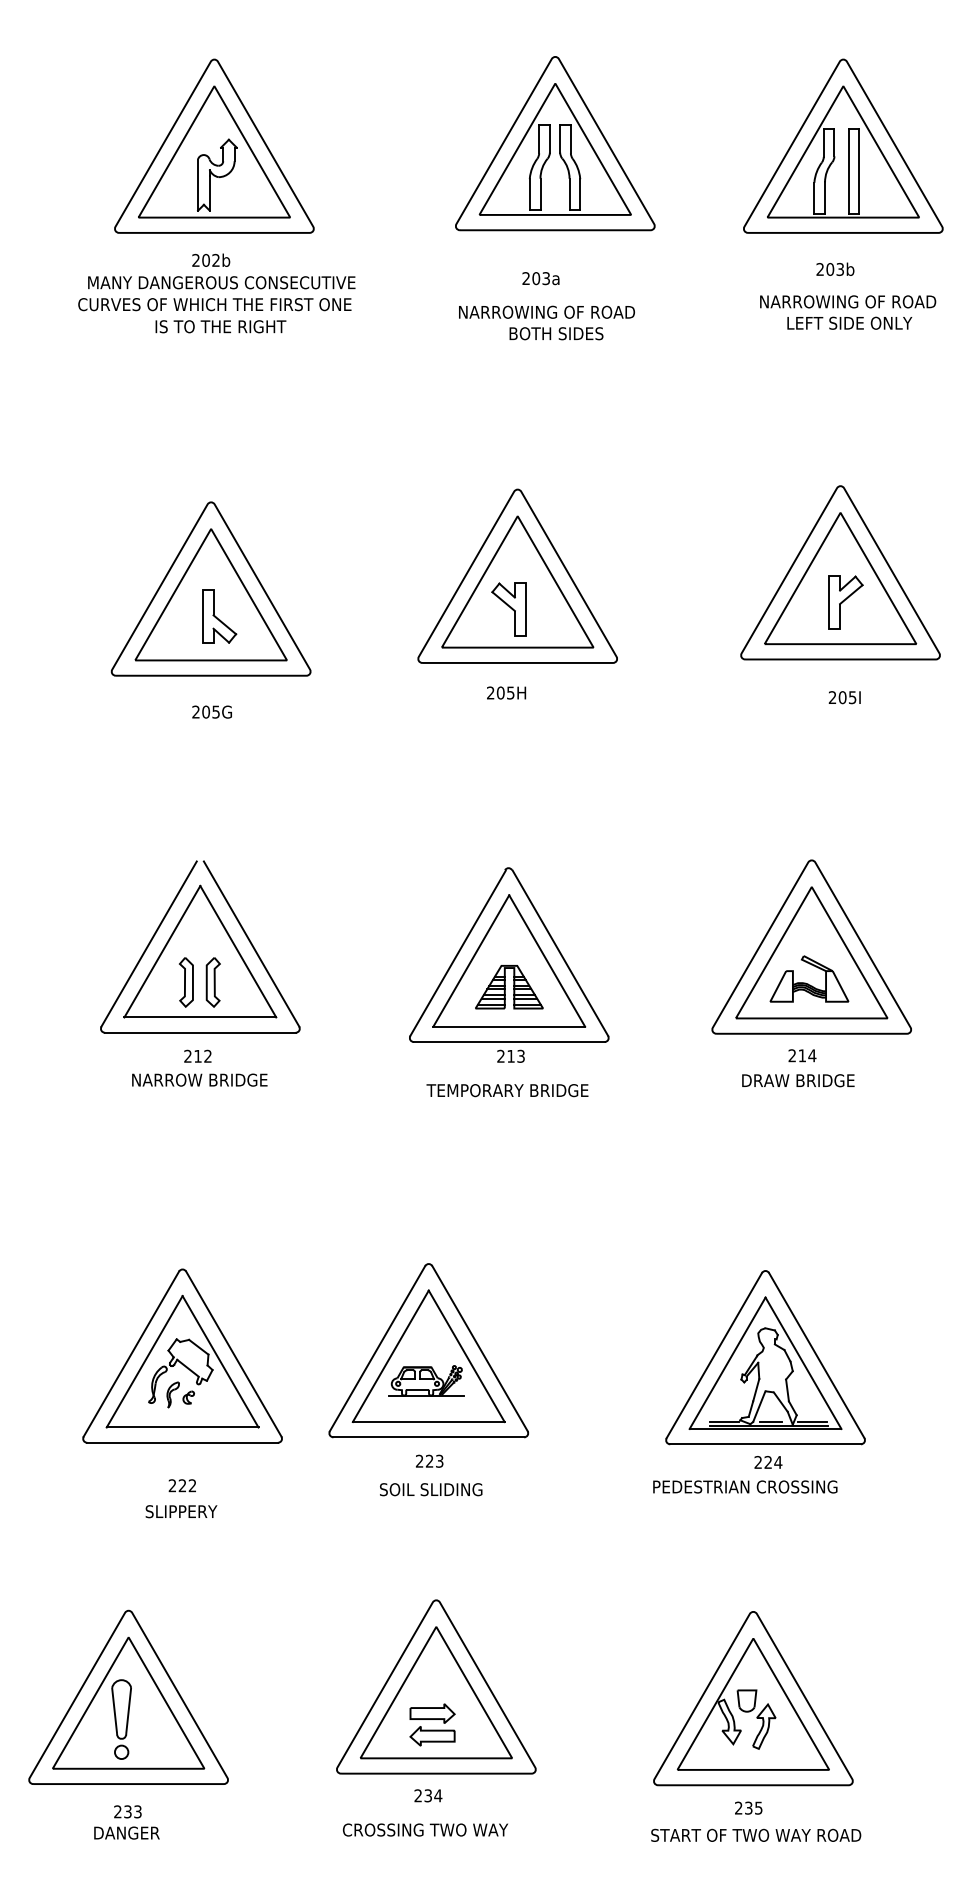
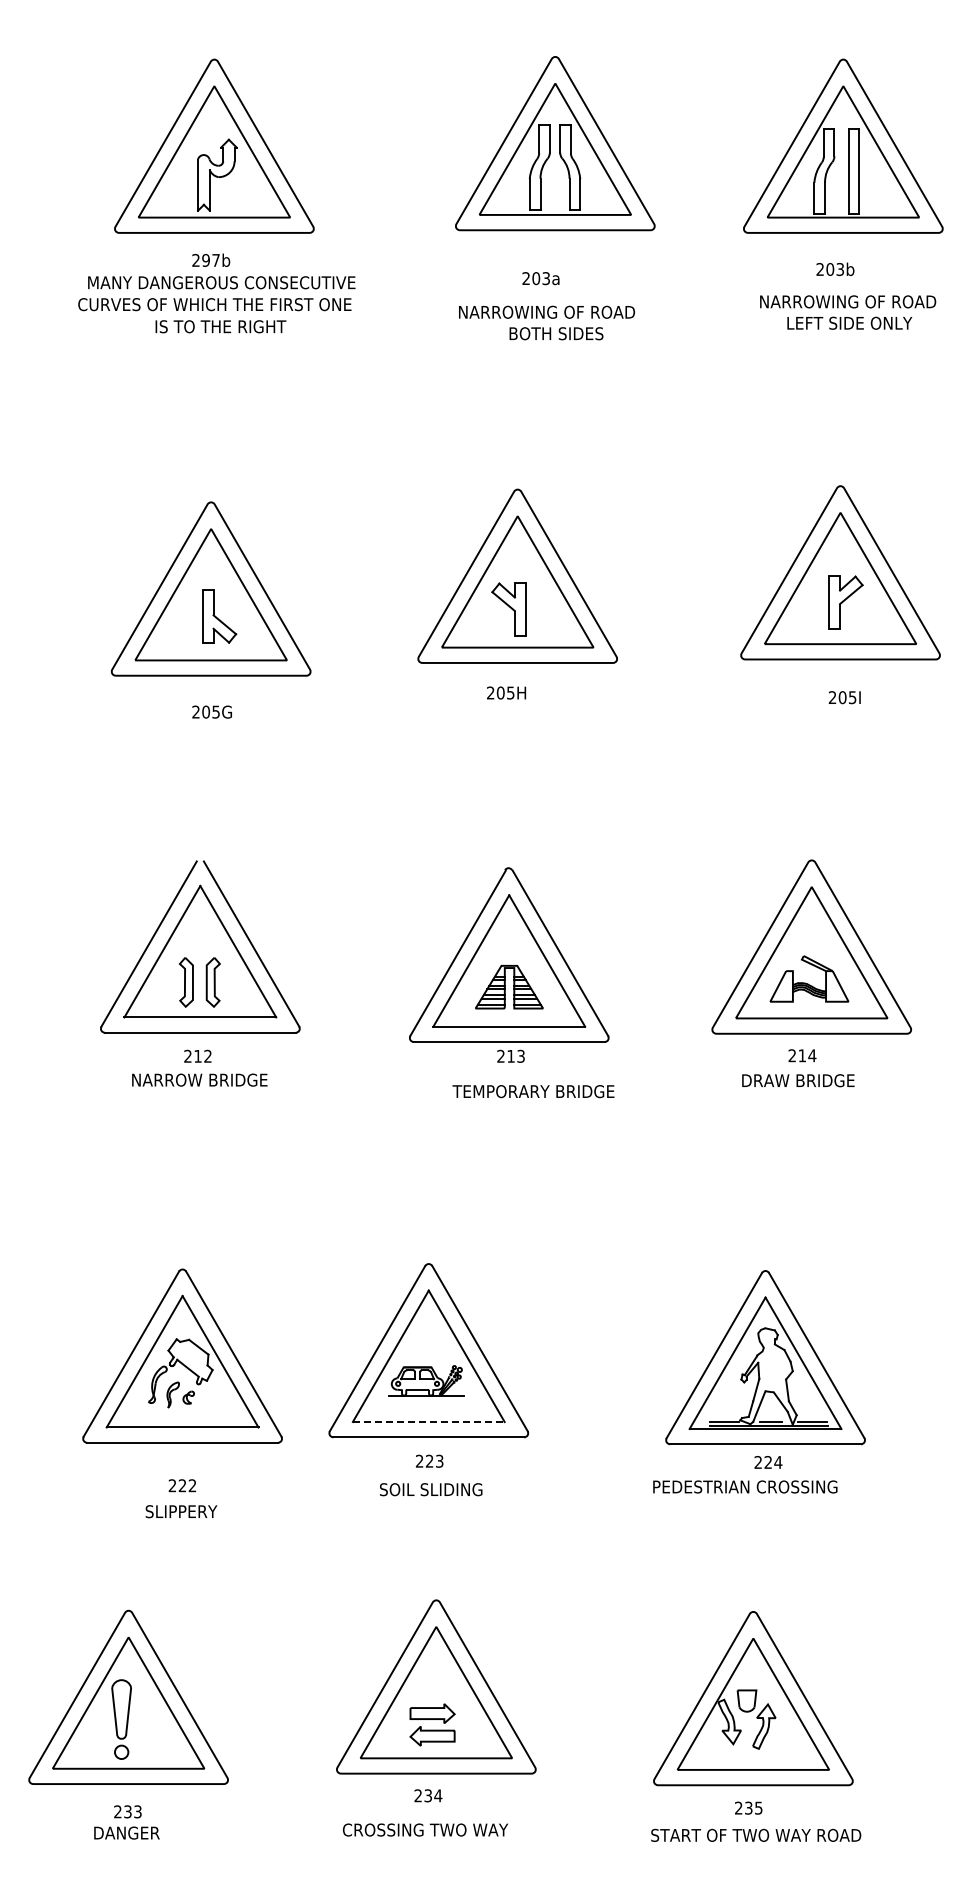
text at (210, 259): 202b -> 297b
text at (507, 1090) position: (507, 1090) -> (533, 1091)
line at (428, 1422): solid -> dashed
